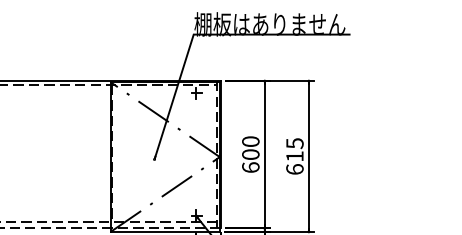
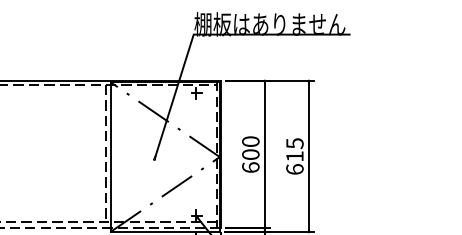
line at (111, 153) position: (111, 153) -> (105, 153)
